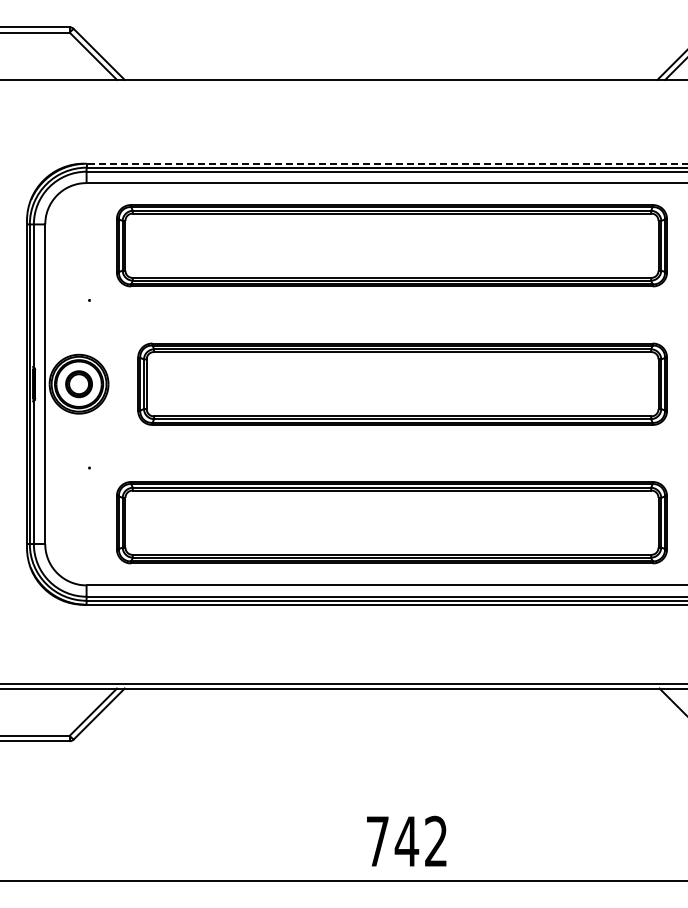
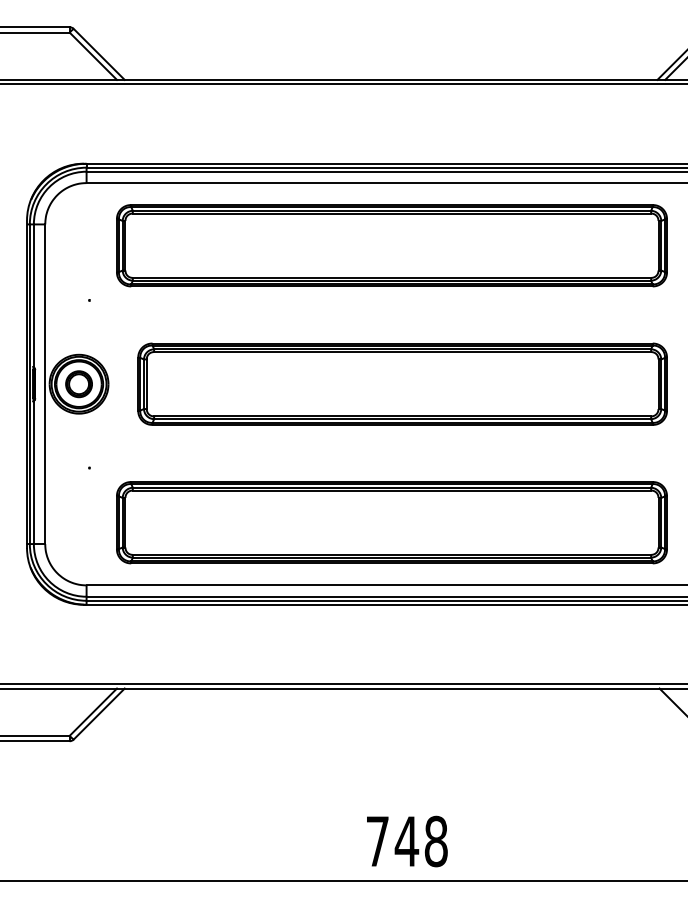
line at (343, 84): none -> present
line at (385, 163): dashed -> solid
text at (435, 841): 742 -> 748
